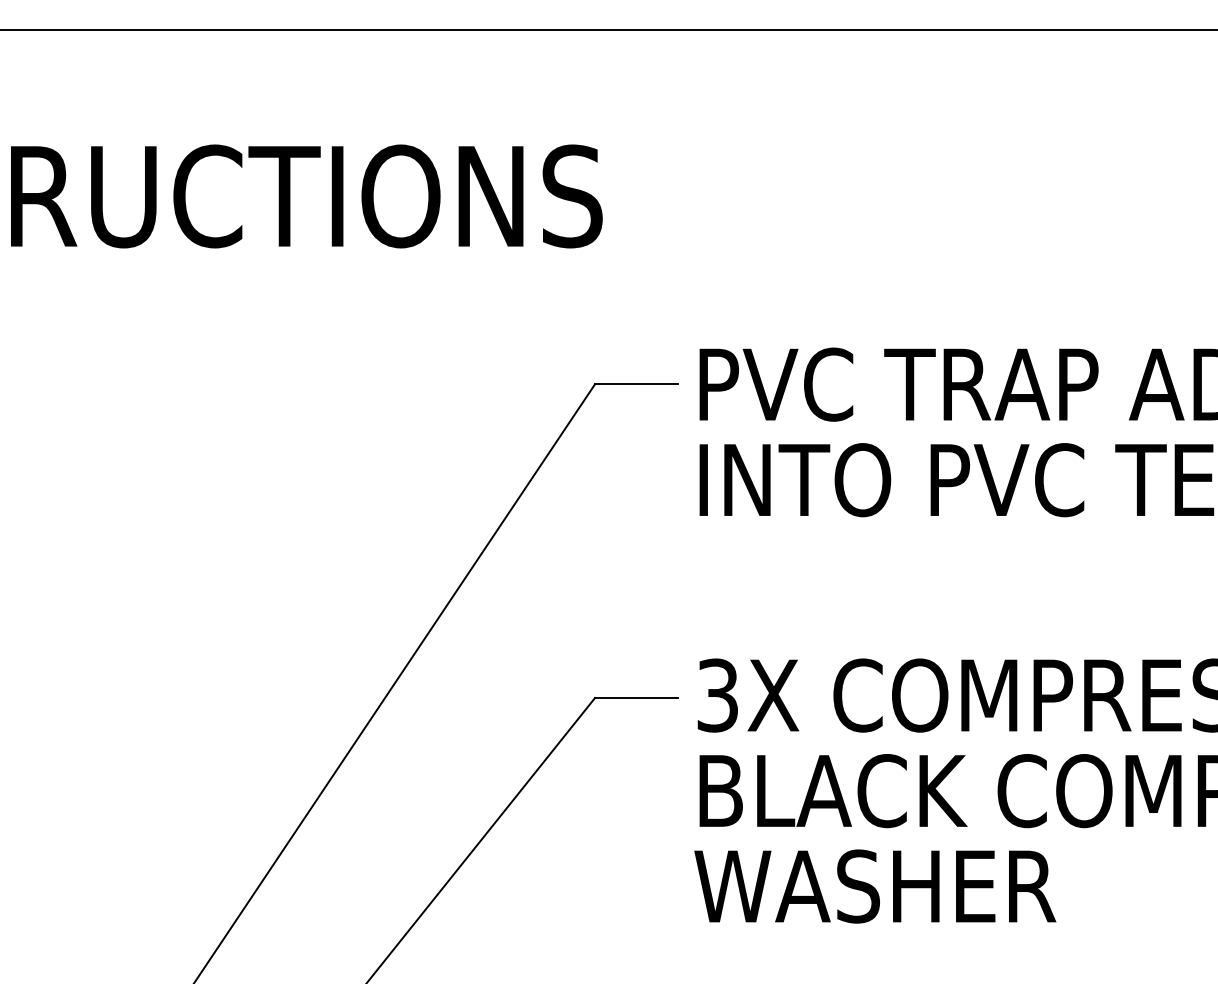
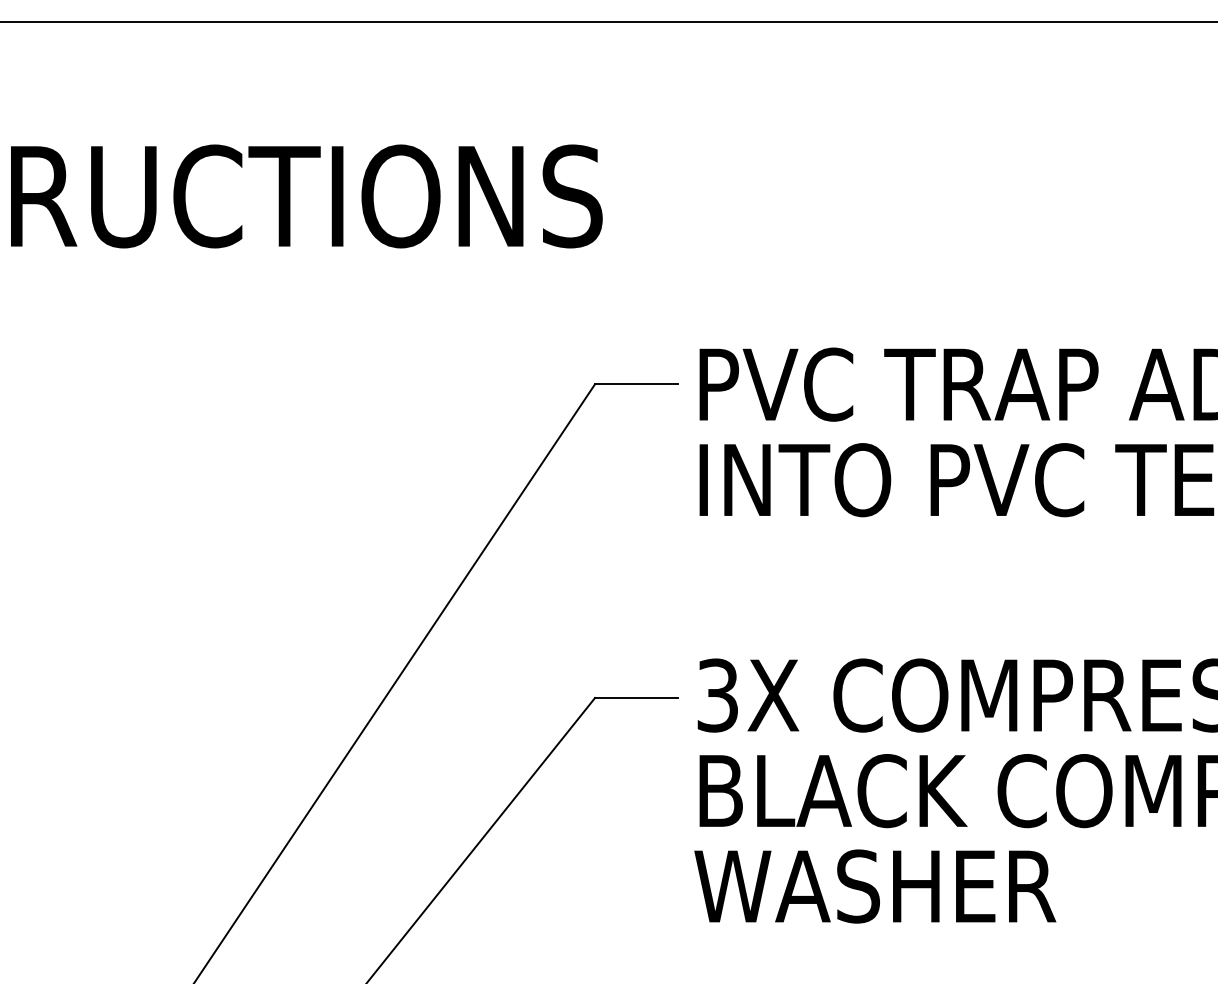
line at (608, 29) position: (608, 29) -> (608, 21)
